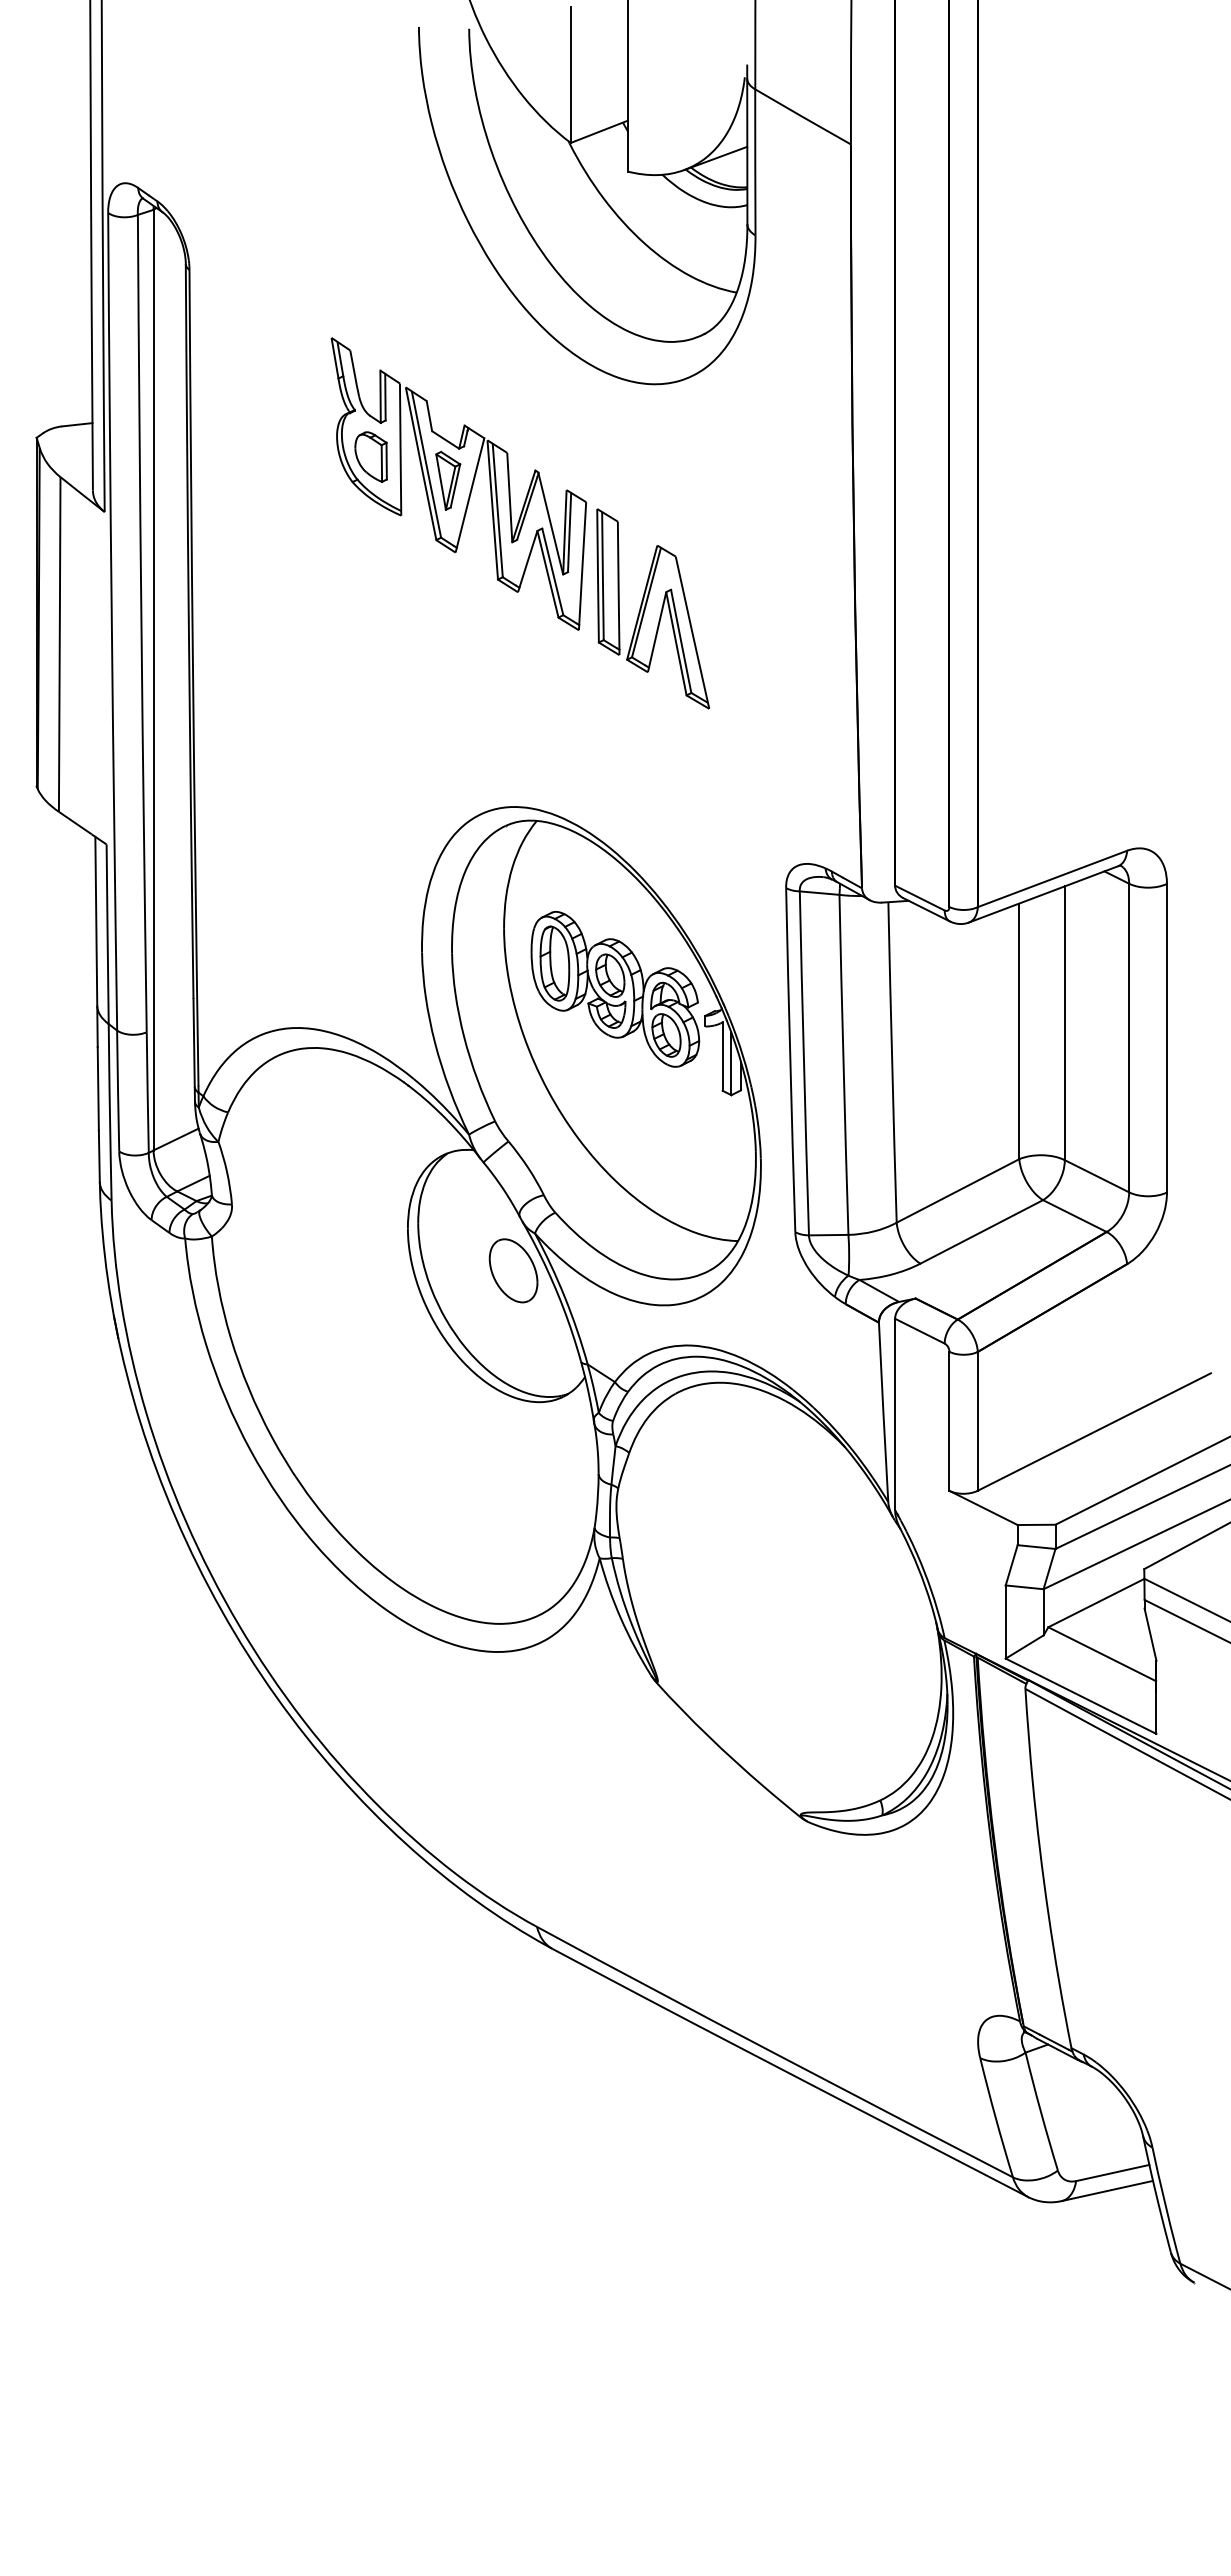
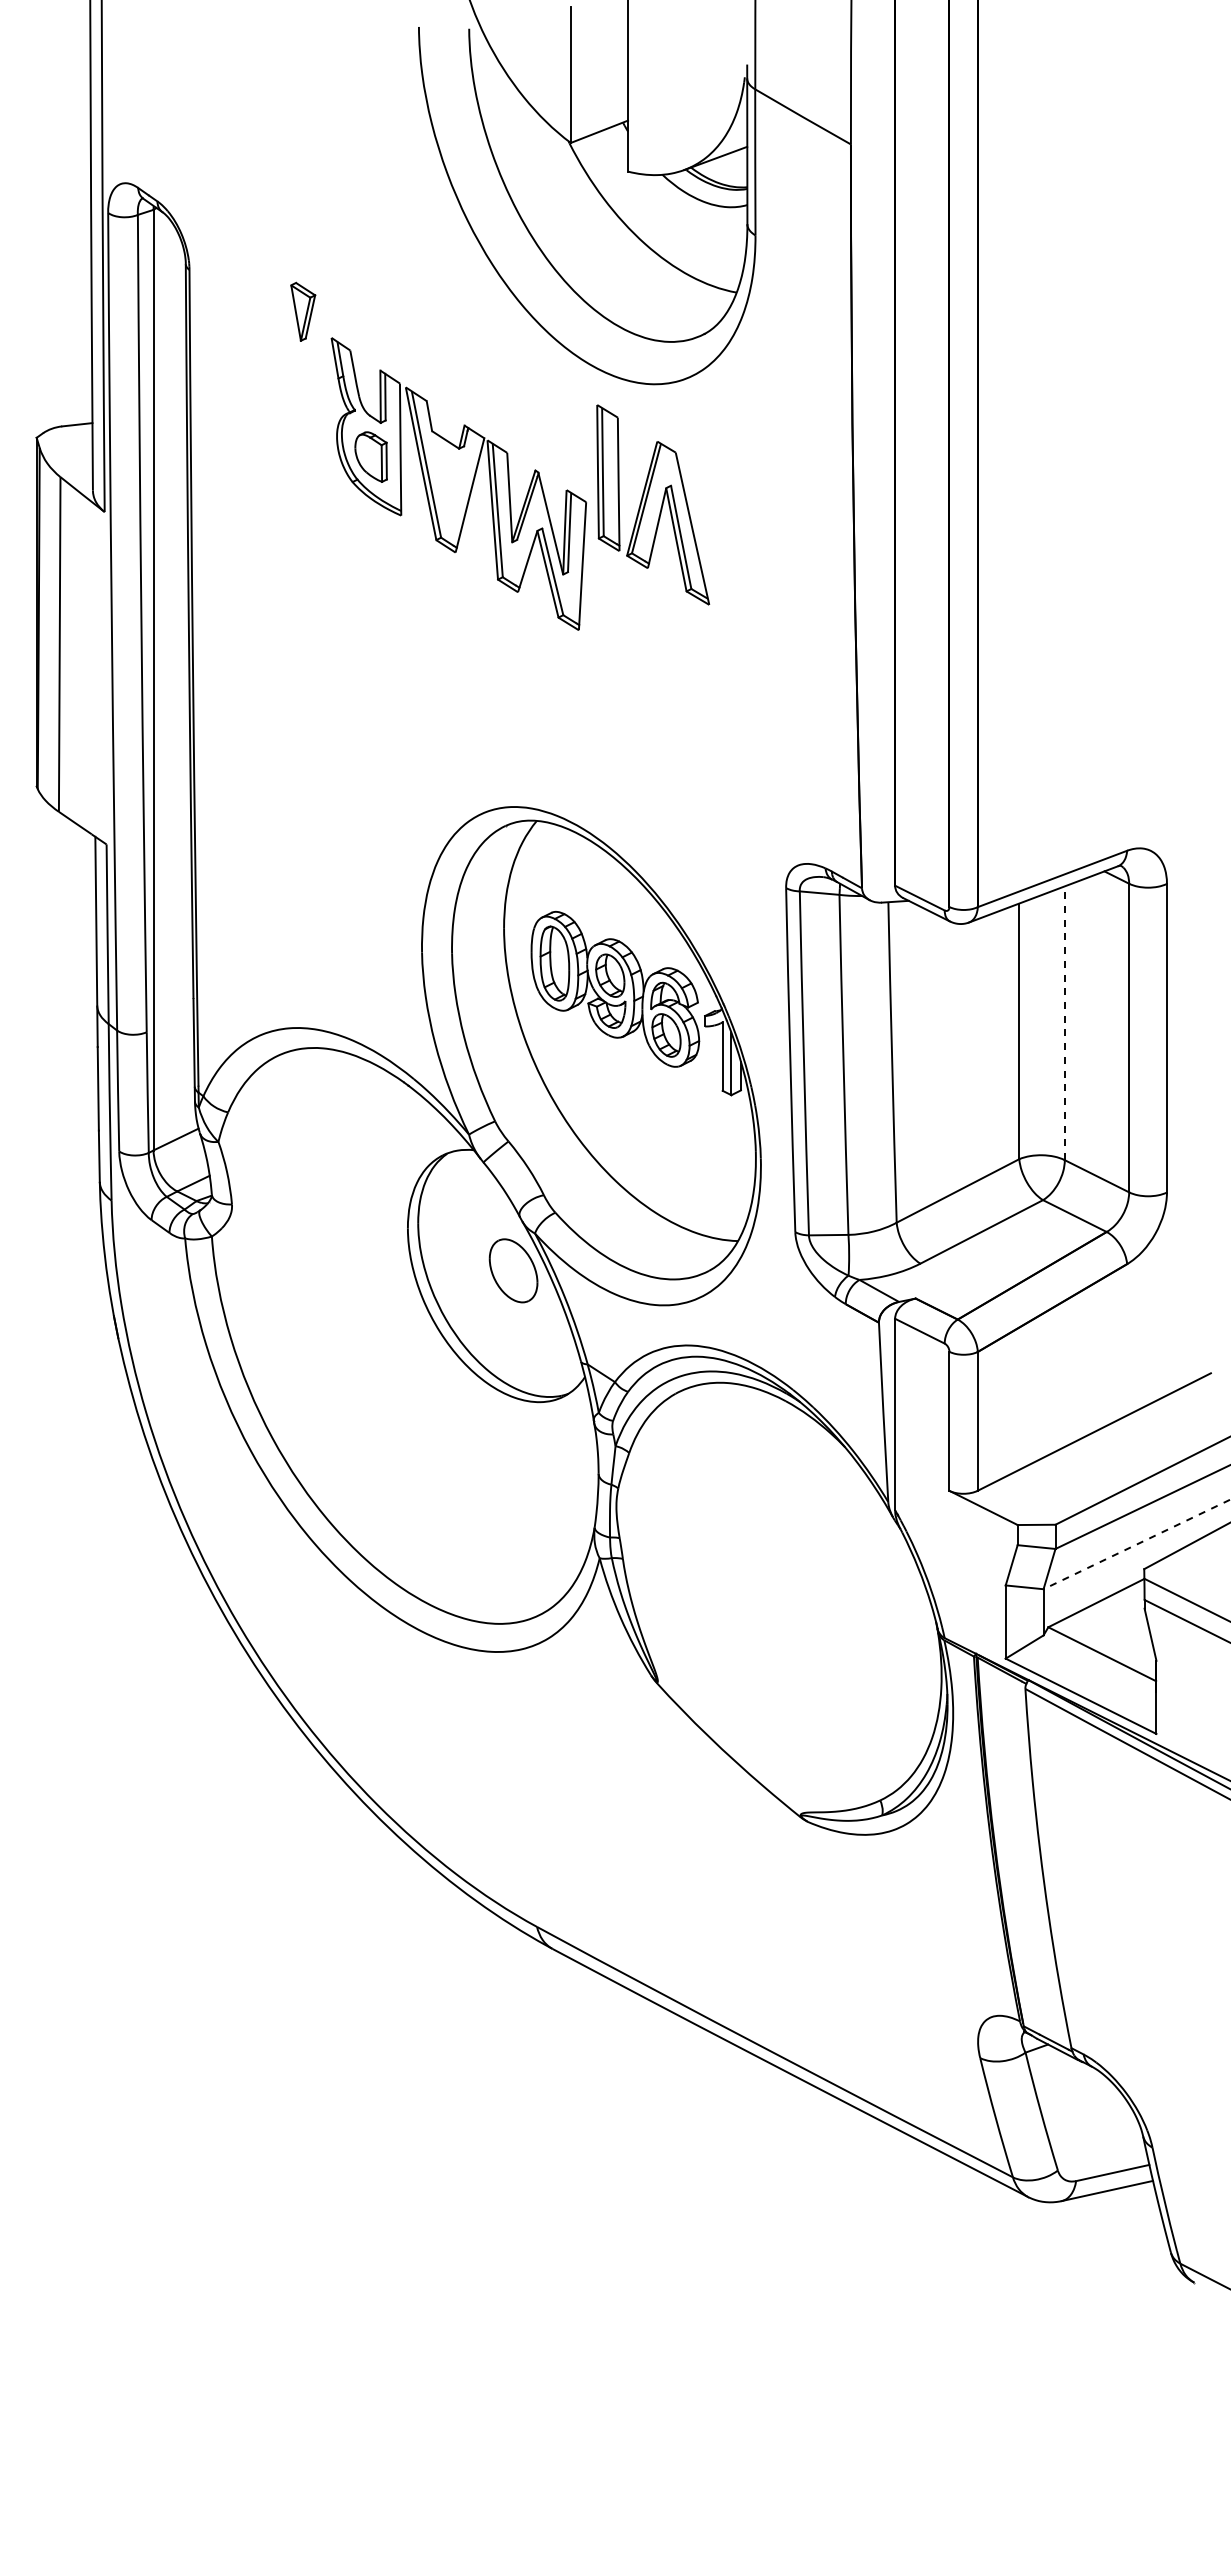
part at (448, 480) position: (448, 480) -> (303, 311)
part at (653, 608) position: (653, 608) -> (653, 504)
line at (1064, 1023): solid -> dashed
line at (1136, 1544): solid -> dashed
